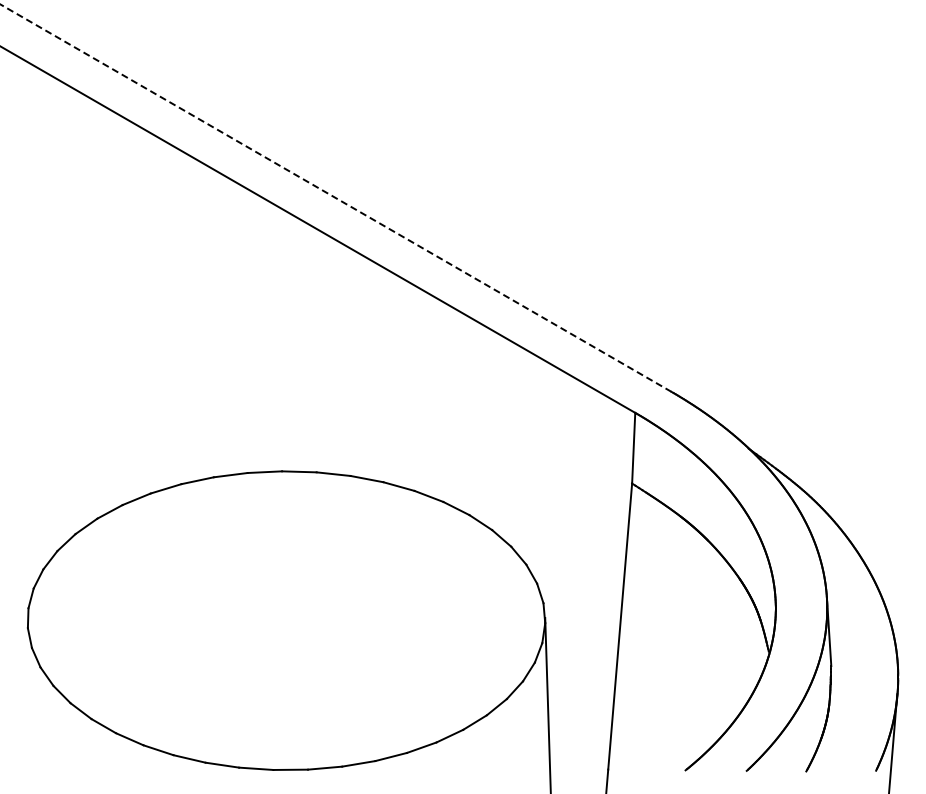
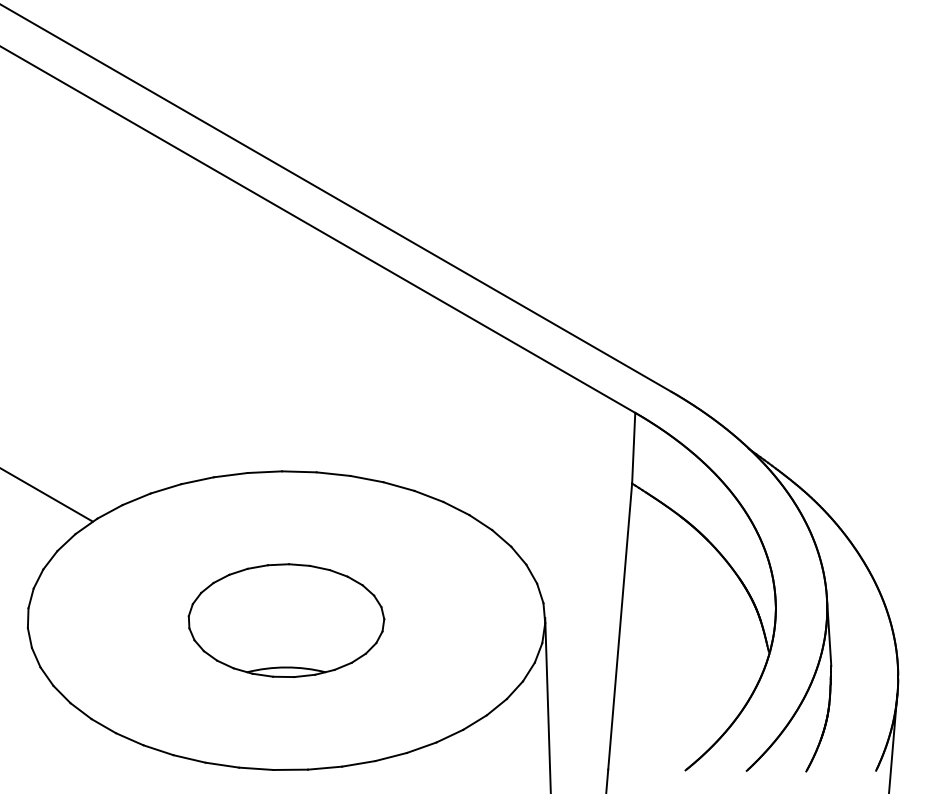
line at (335, 197): dashed -> solid
line at (47, 495): none -> present
part at (286, 620): none -> present
